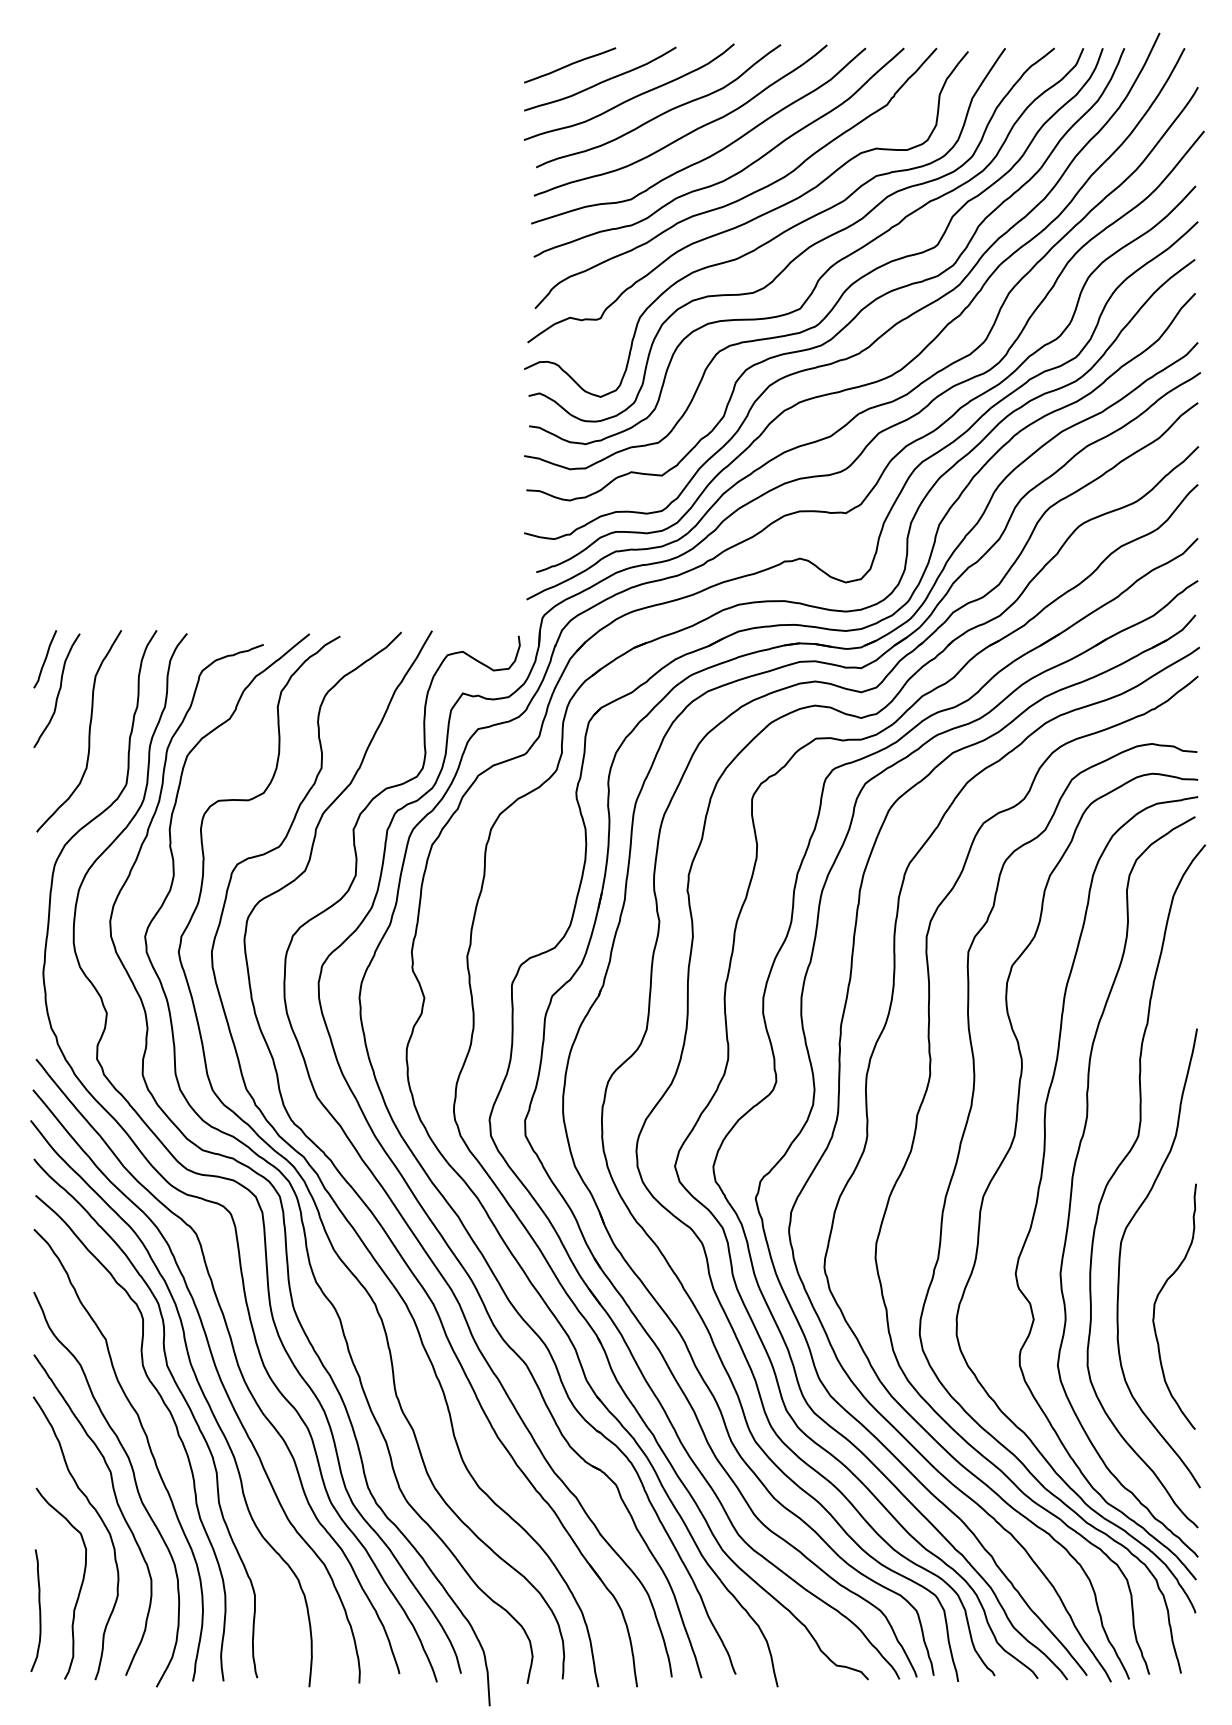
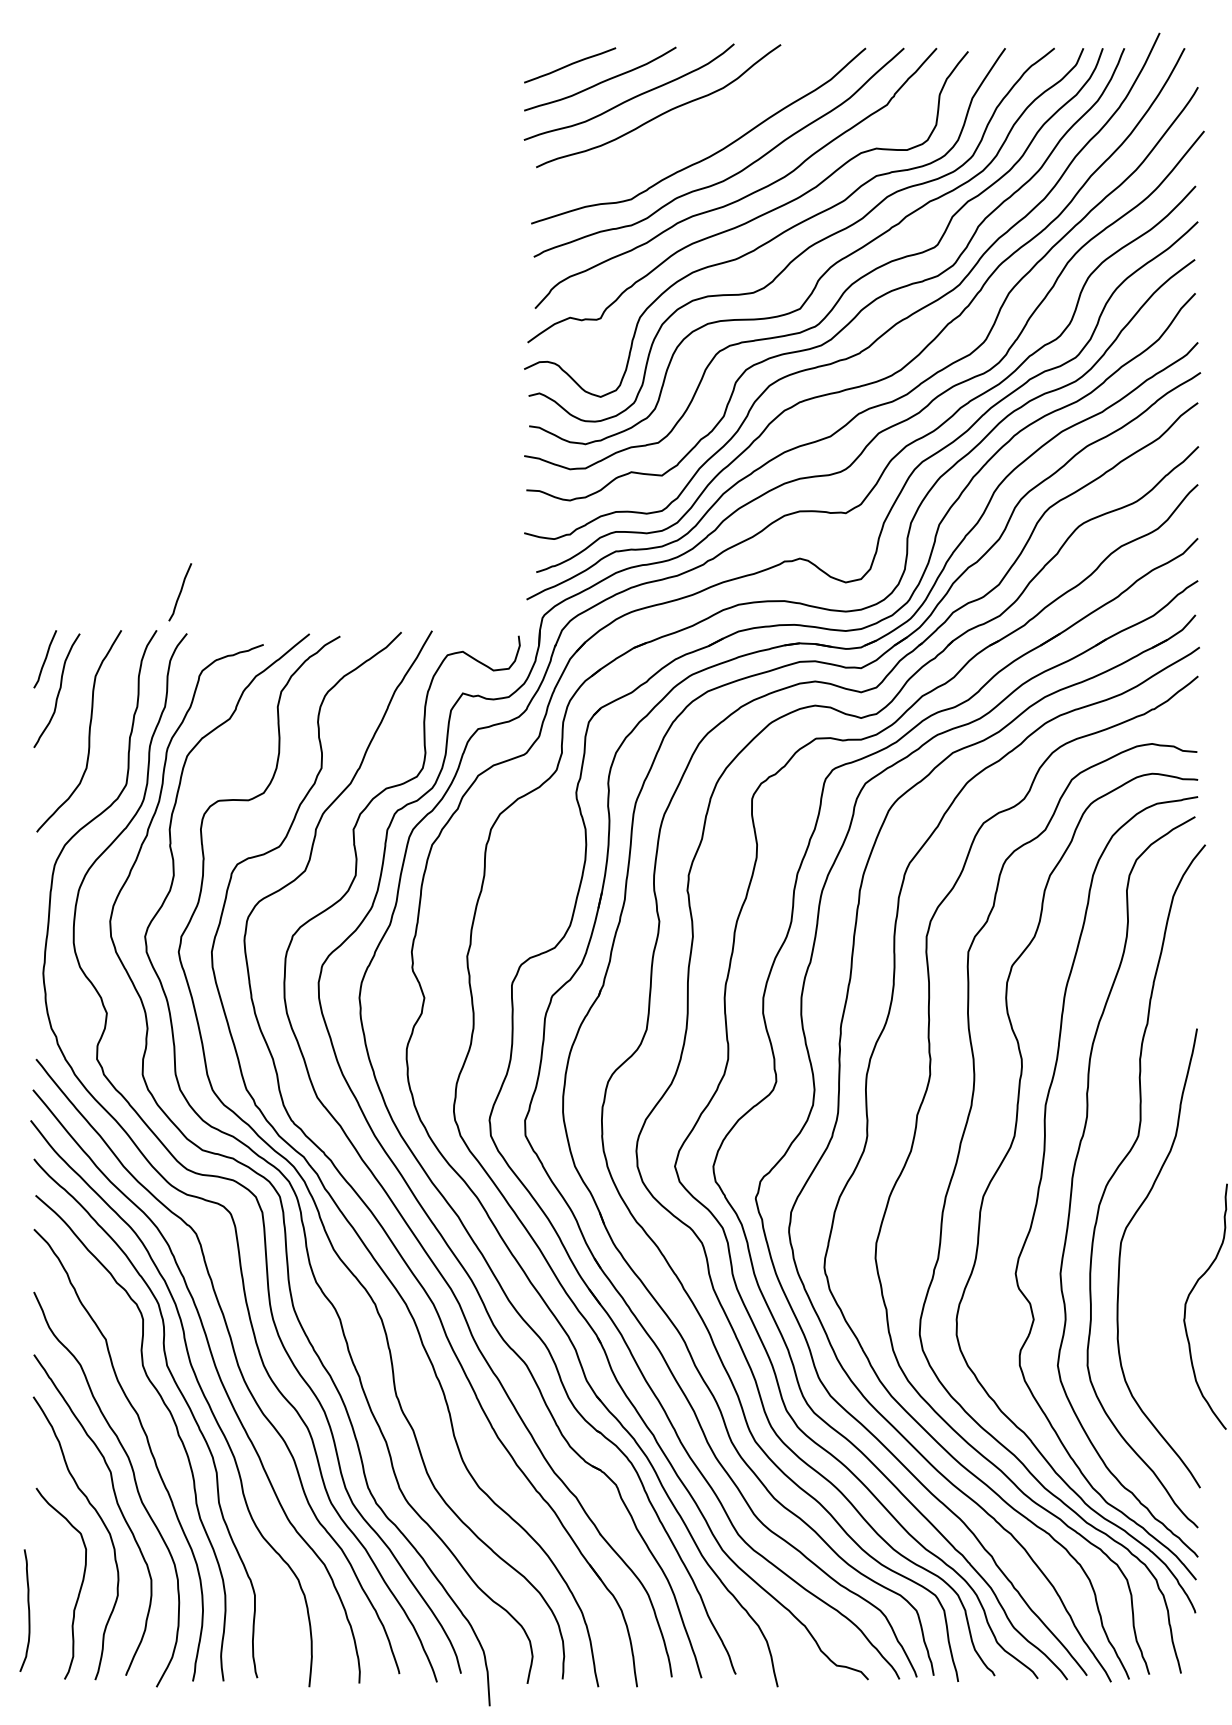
curve at (686, 133): present -> none
curve at (180, 592): none -> present
curve at (1158, 1297) position: (1158, 1297) -> (1189, 1297)
curve at (39, 1610) position: (39, 1610) -> (28, 1610)
